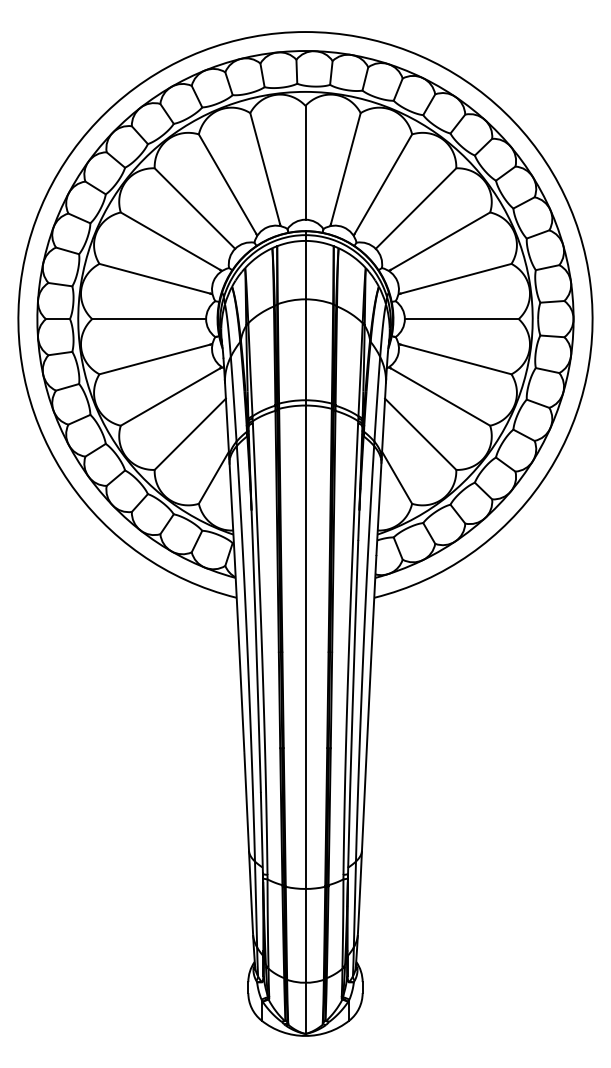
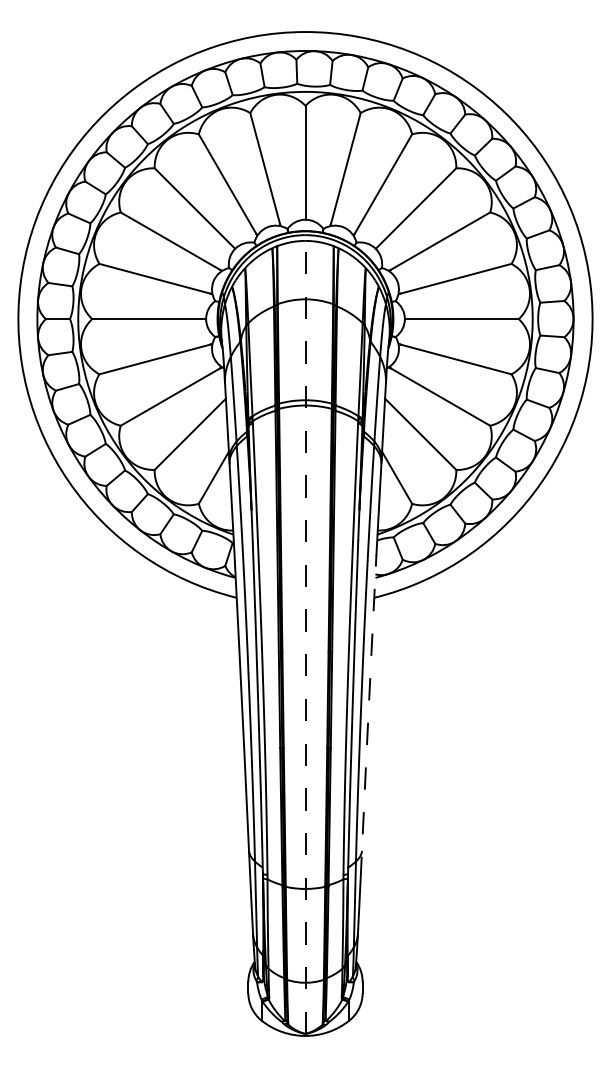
line at (305, 632): solid -> dashed
line at (368, 717): solid -> dashed
